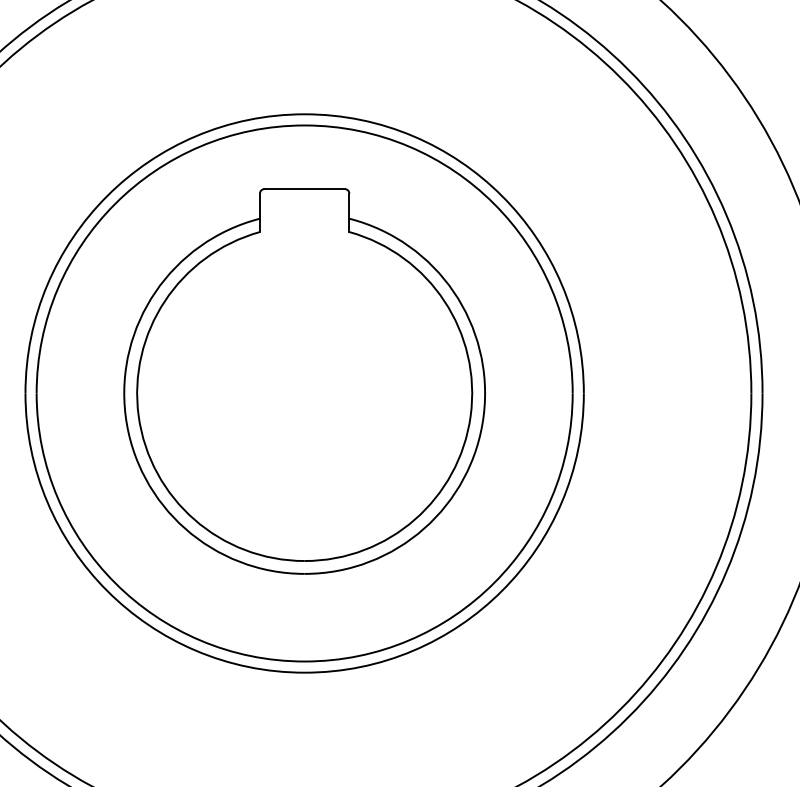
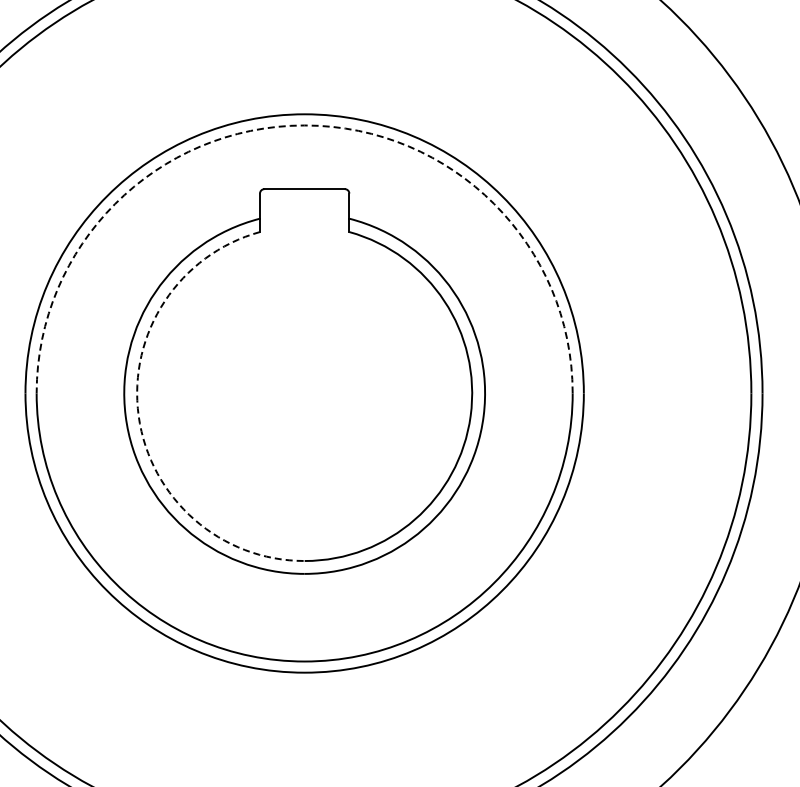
arc at (304, 125): solid -> dashed
arc at (138, 416): solid -> dashed
